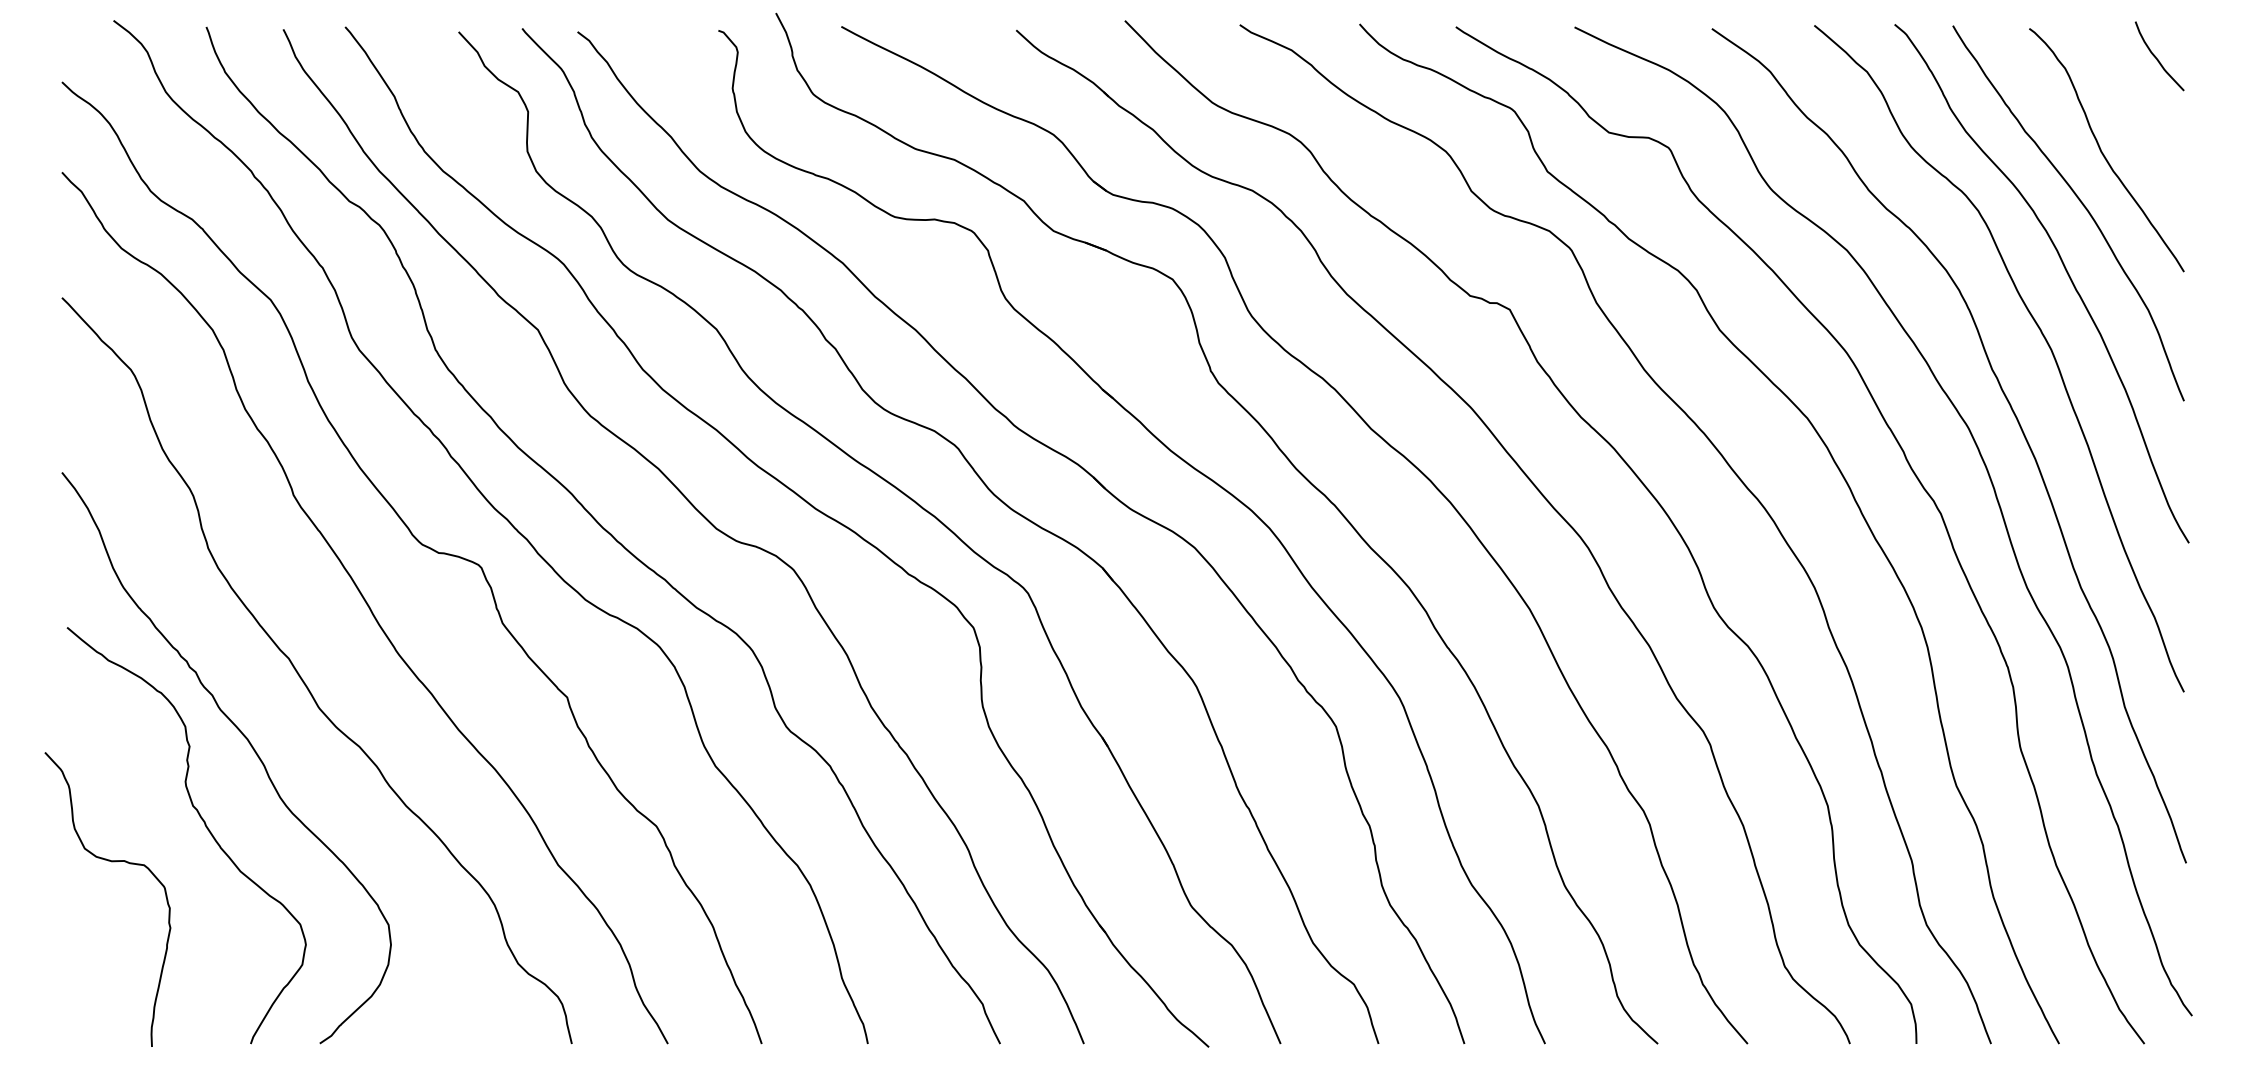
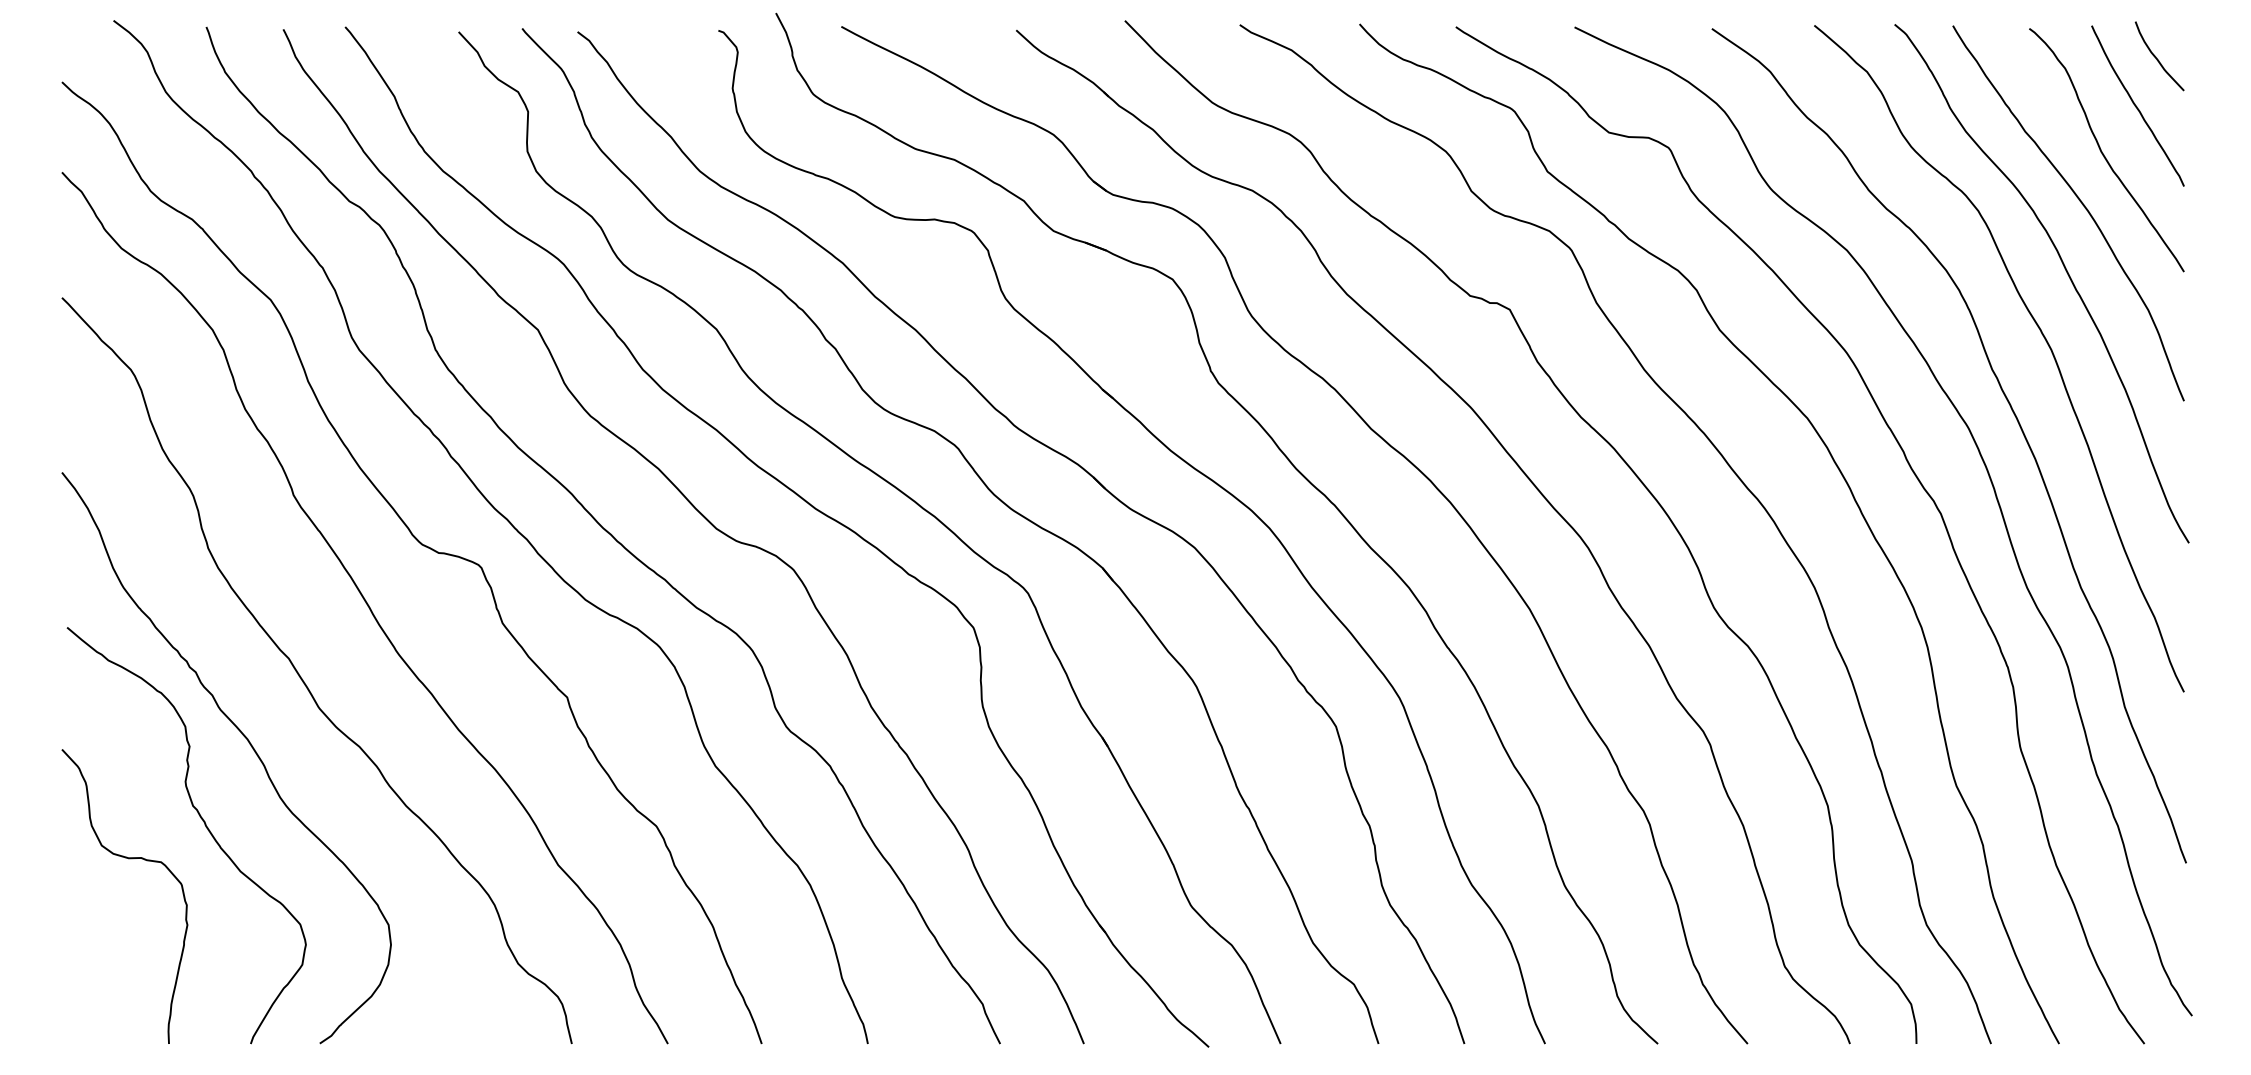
curve at (2136, 105): none -> present
curve at (111, 862) position: (111, 862) -> (128, 859)
